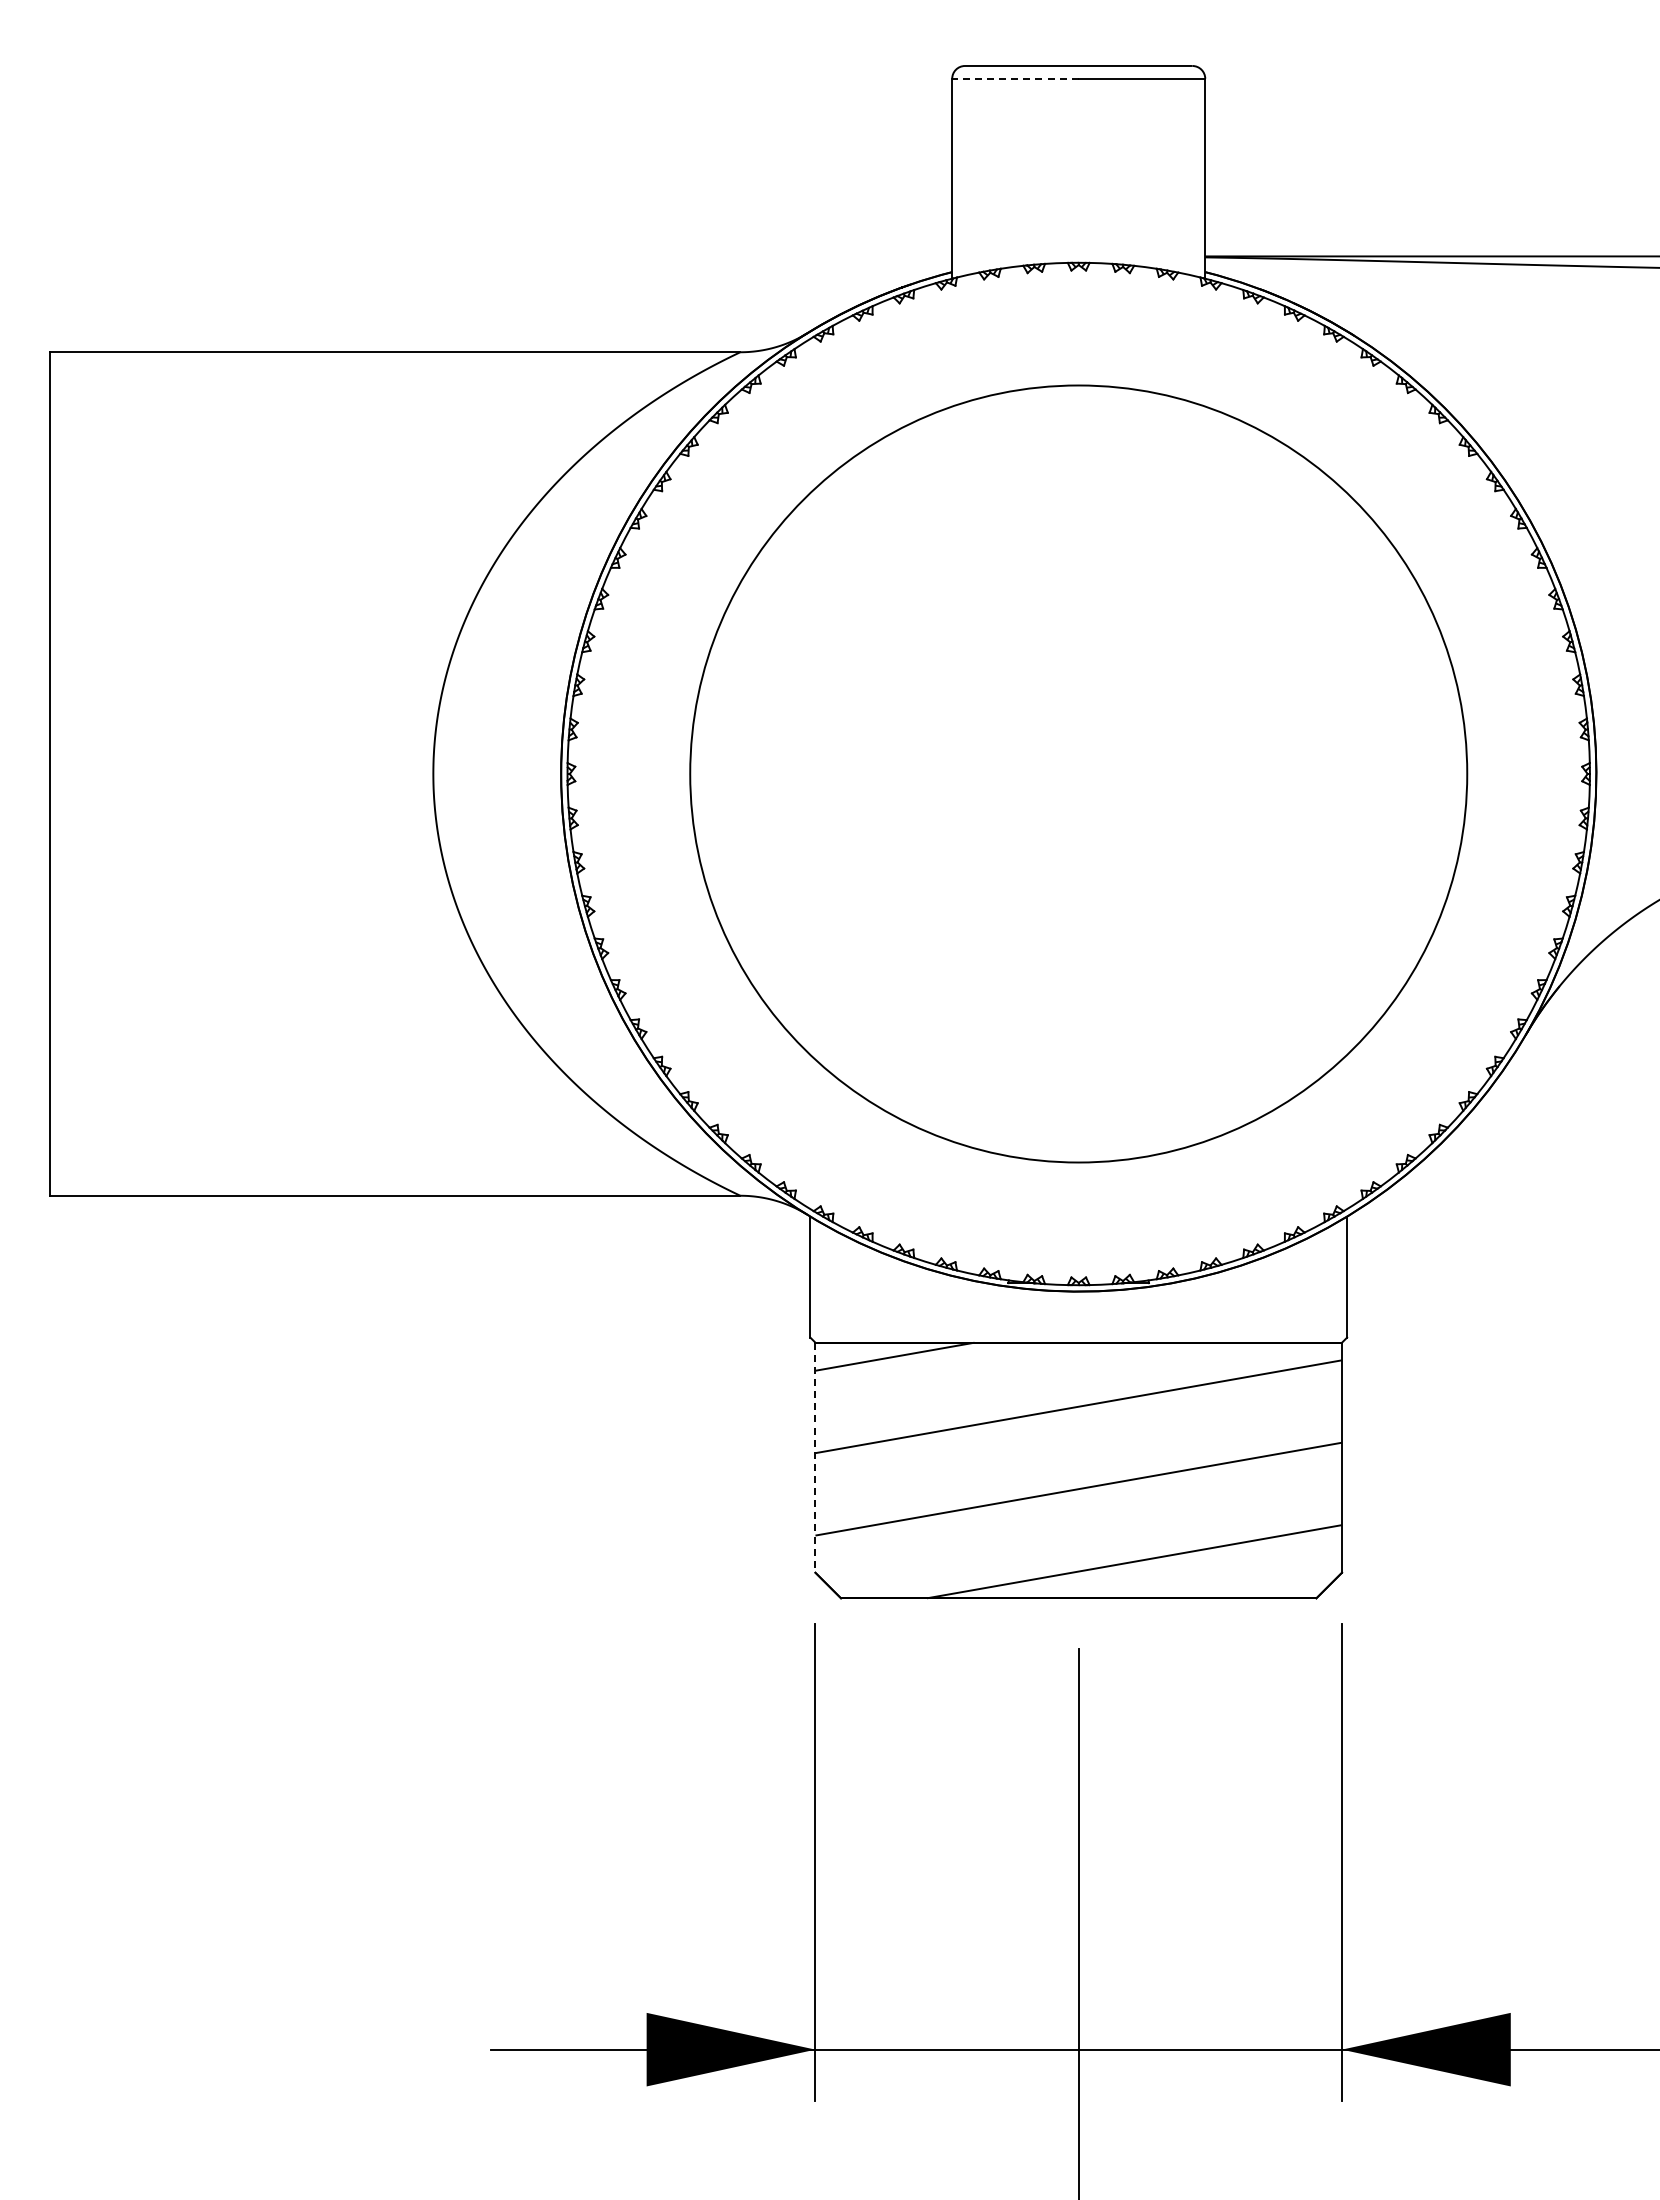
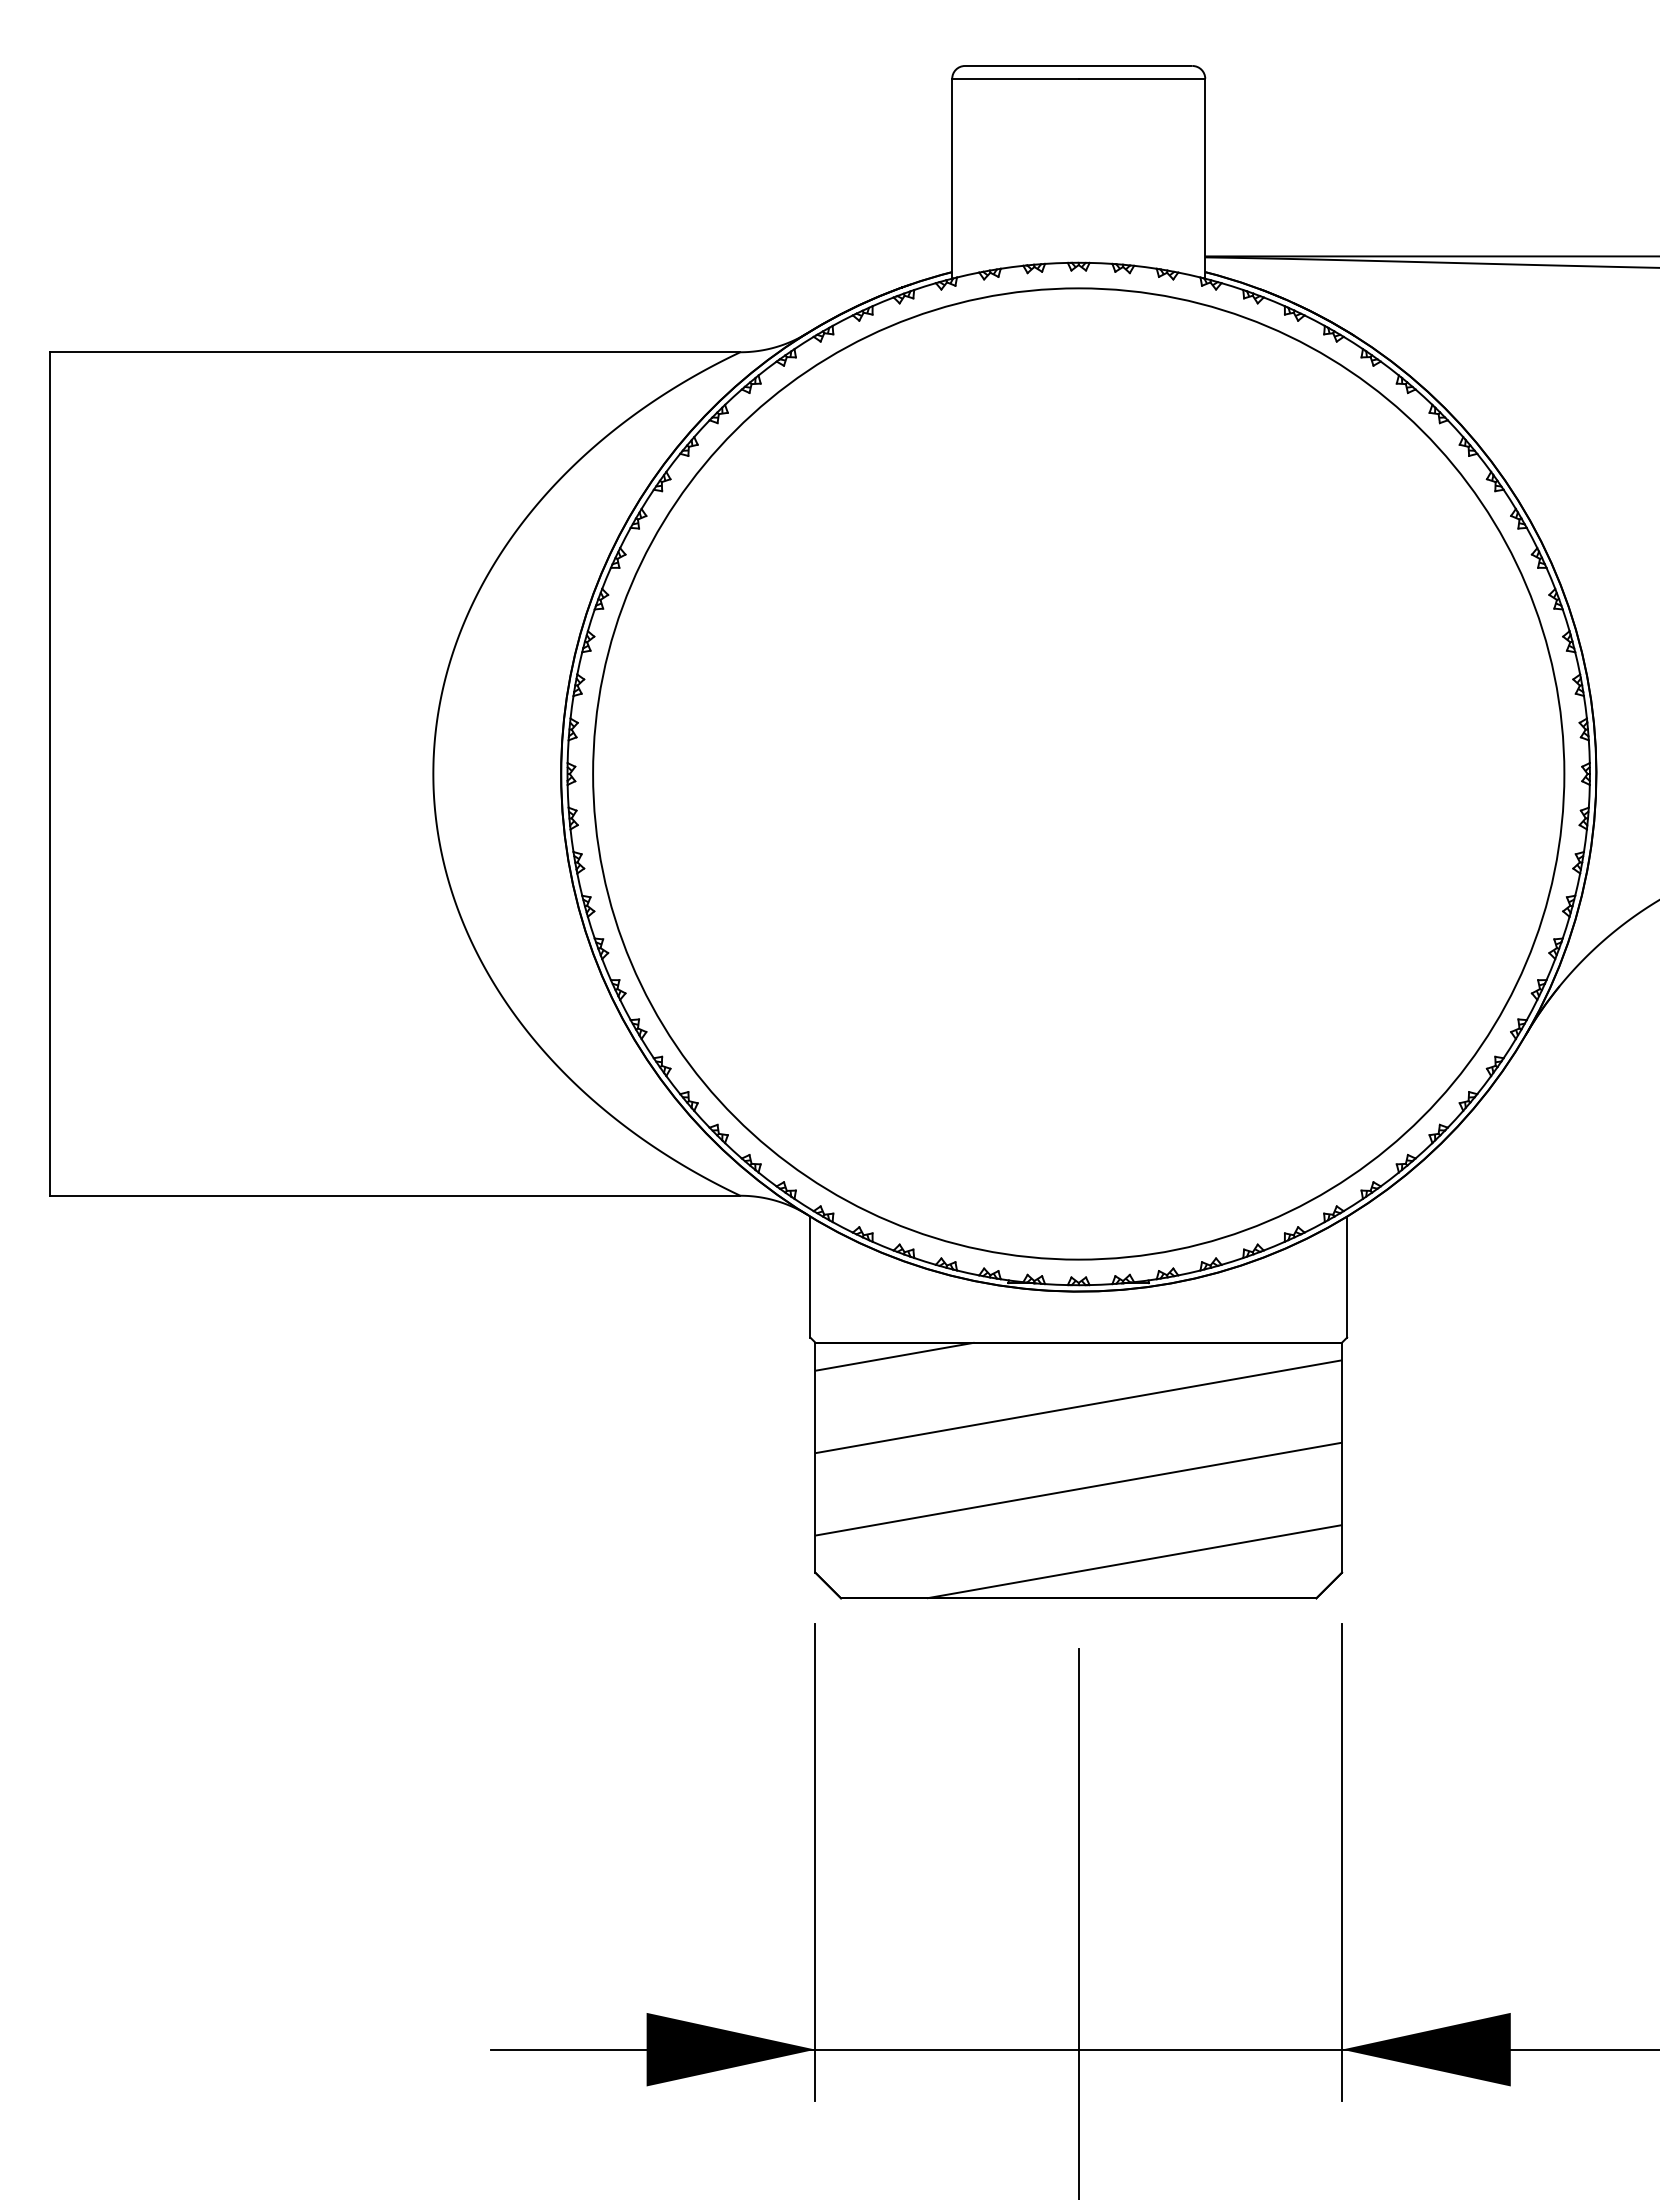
line at (1014, 78): dashed -> solid
circle at (1078, 773) diameter: 777 px -> 971 px
line at (815, 1458): dashed -> solid
